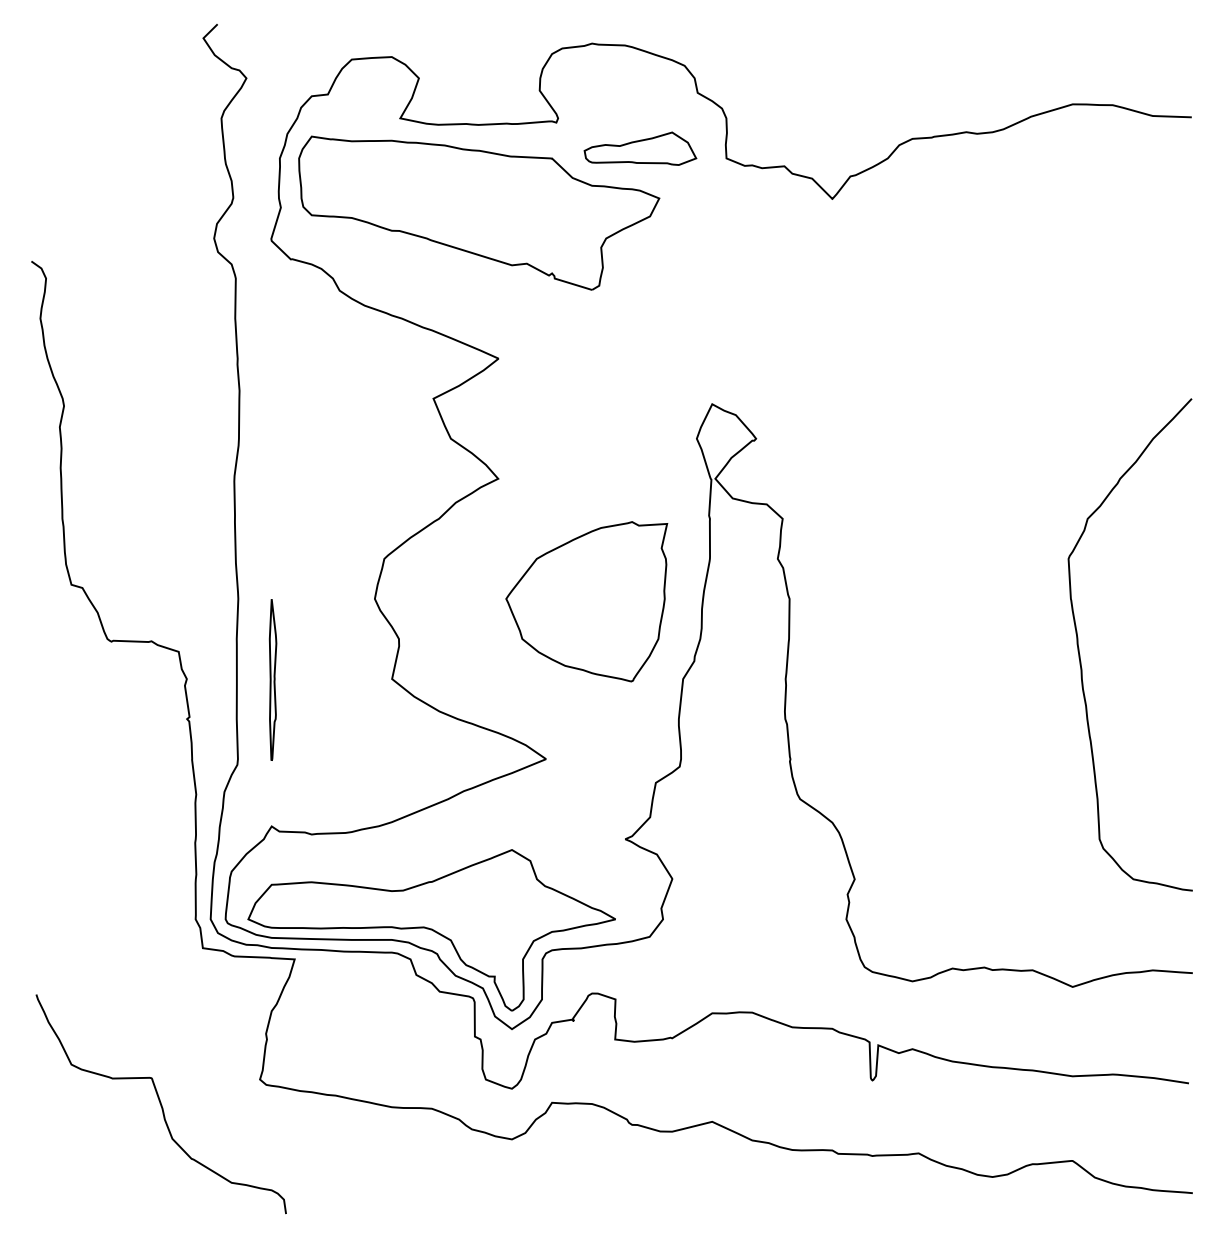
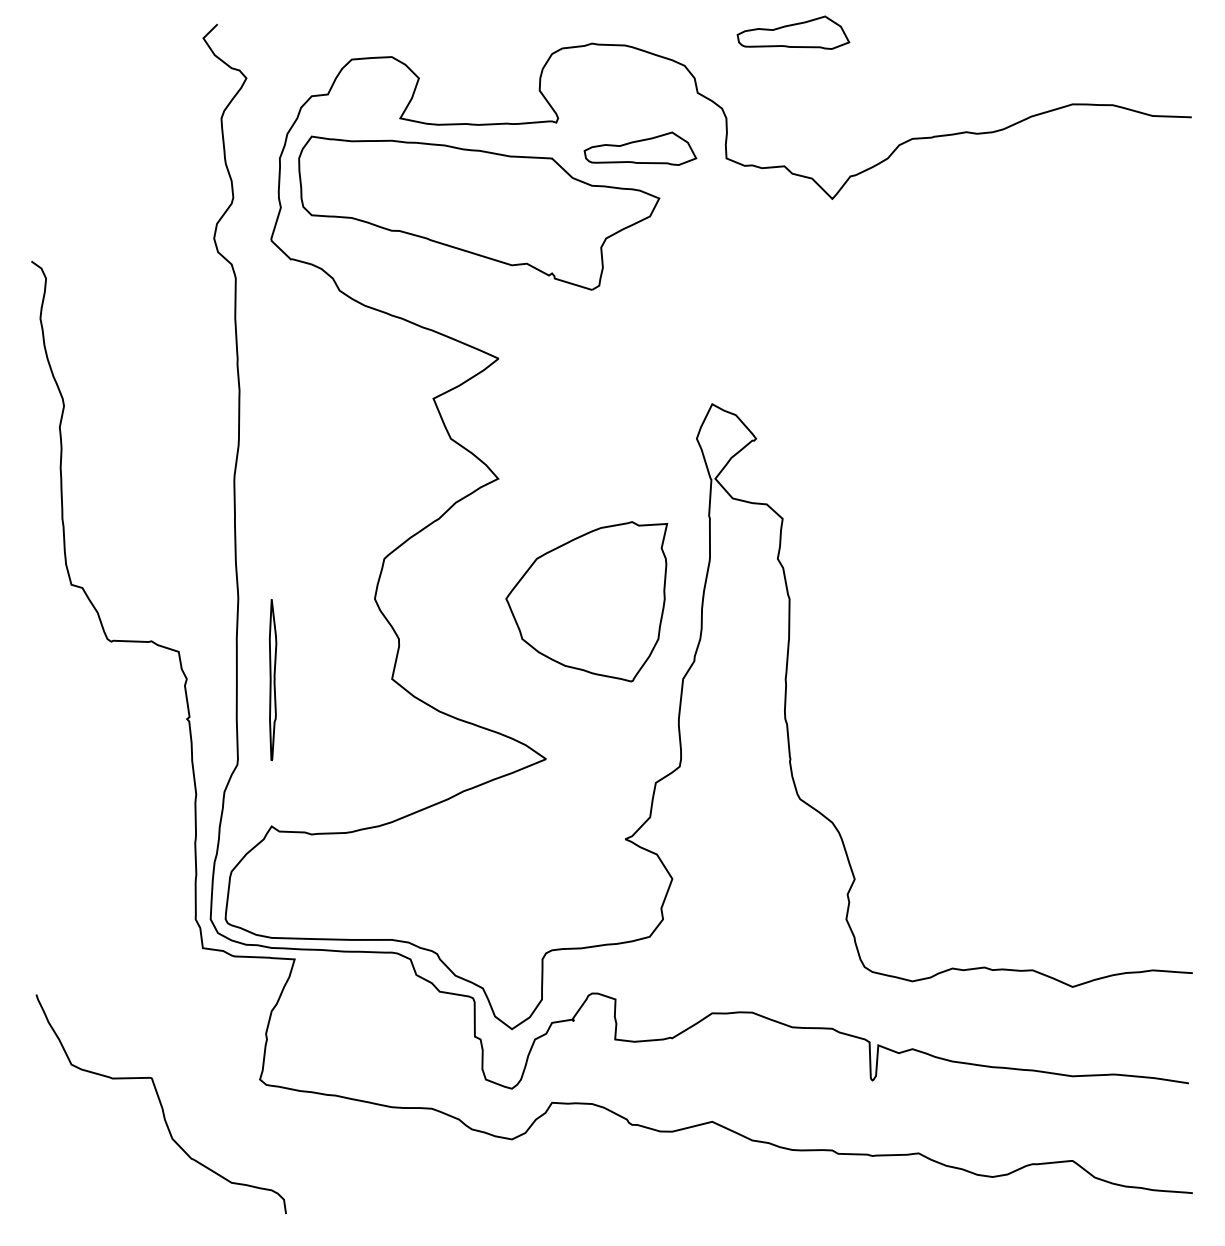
part at (793, 32): none -> present
curve at (1080, 654): present -> none
part at (431, 930): present -> none
